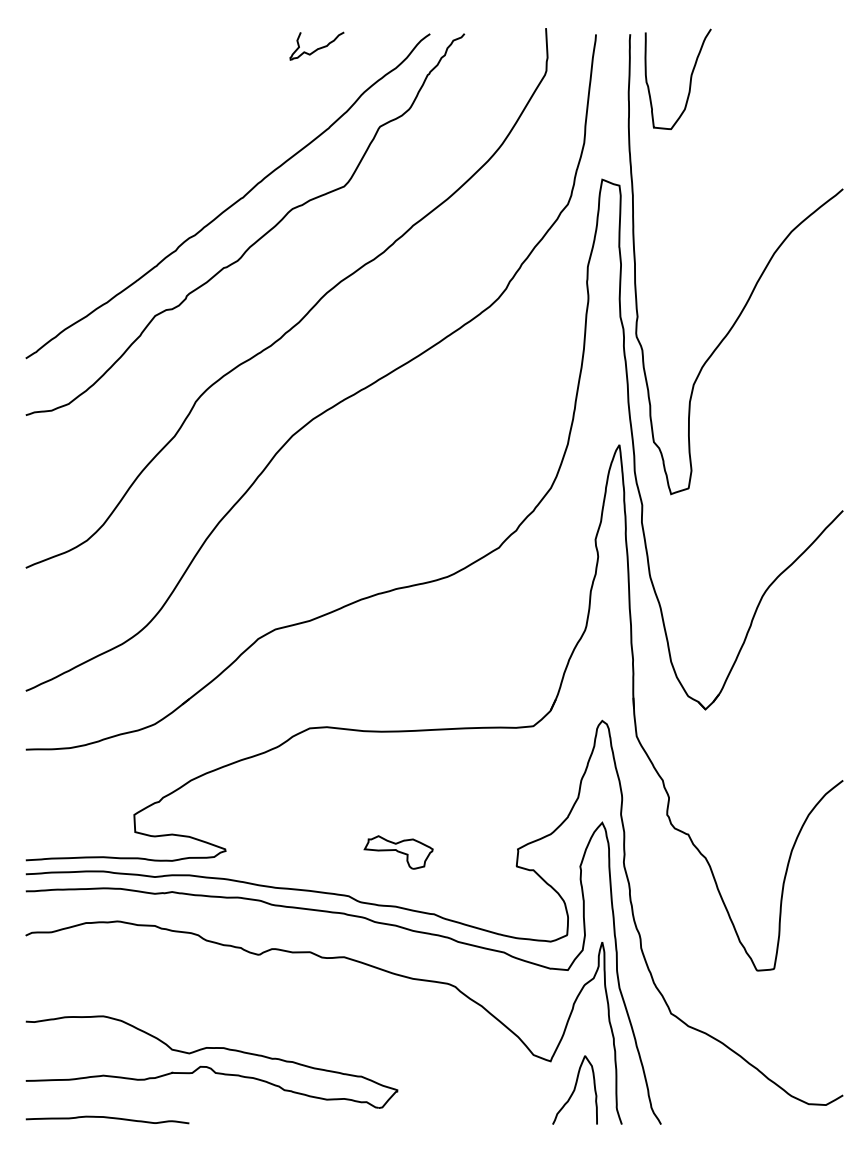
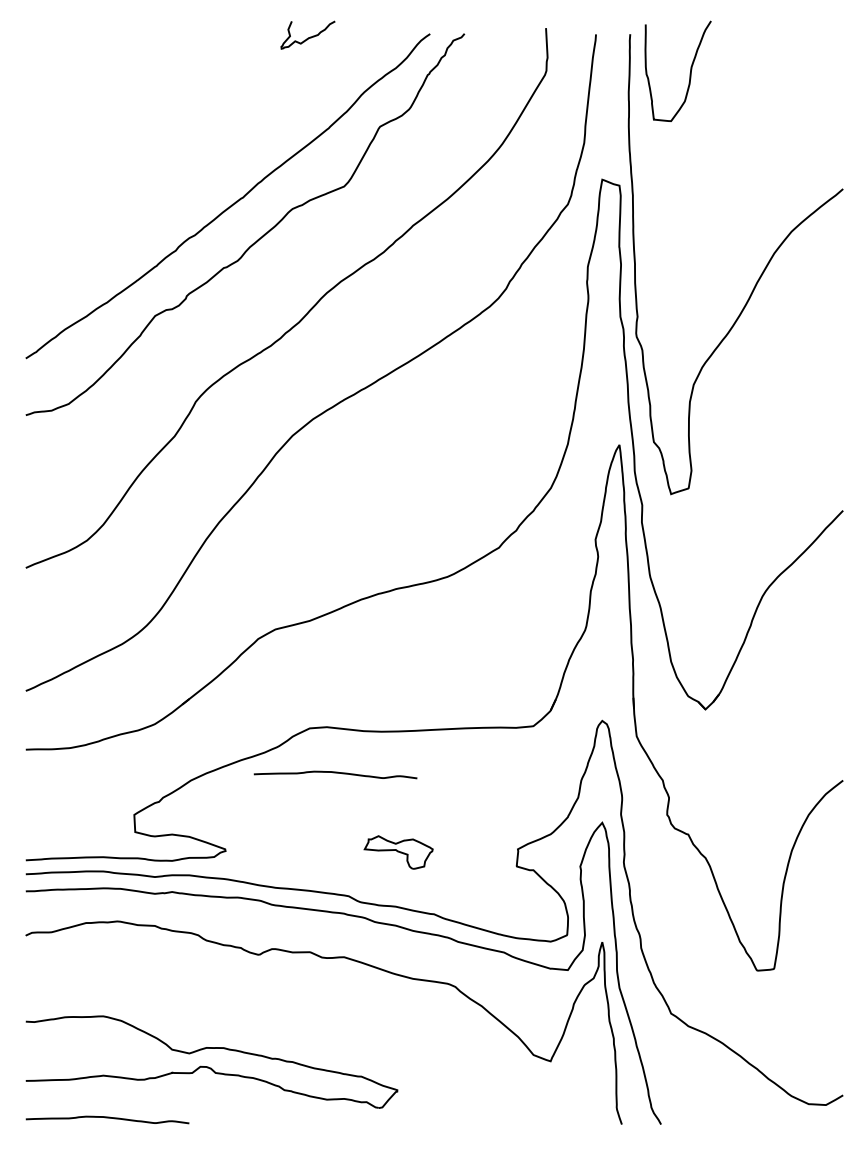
curve at (317, 48) position: (317, 48) -> (308, 37)
curve at (689, 81) position: (689, 81) -> (689, 73)
curve at (335, 773): none -> present
curve at (574, 1089): present -> none
